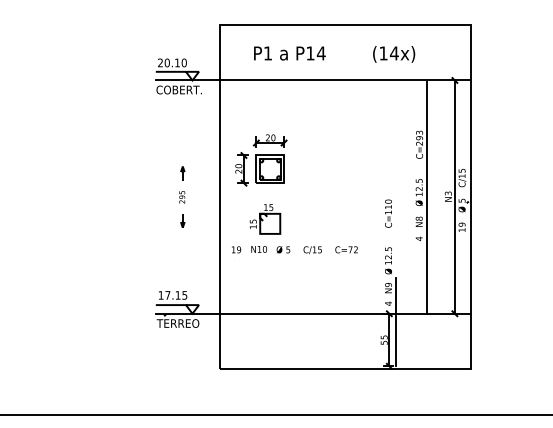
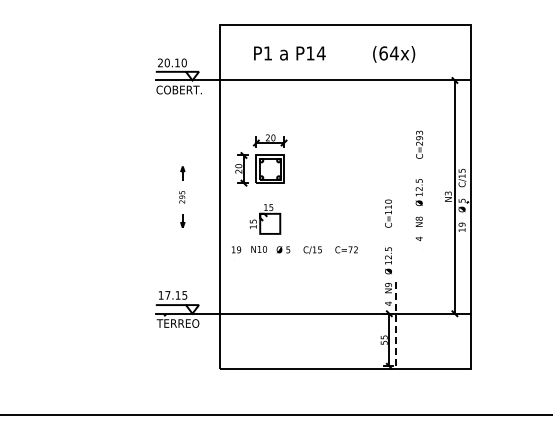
text at (383, 53): (14x) -> (64x)
line at (426, 197): present -> none
line at (396, 321): solid -> dashed
